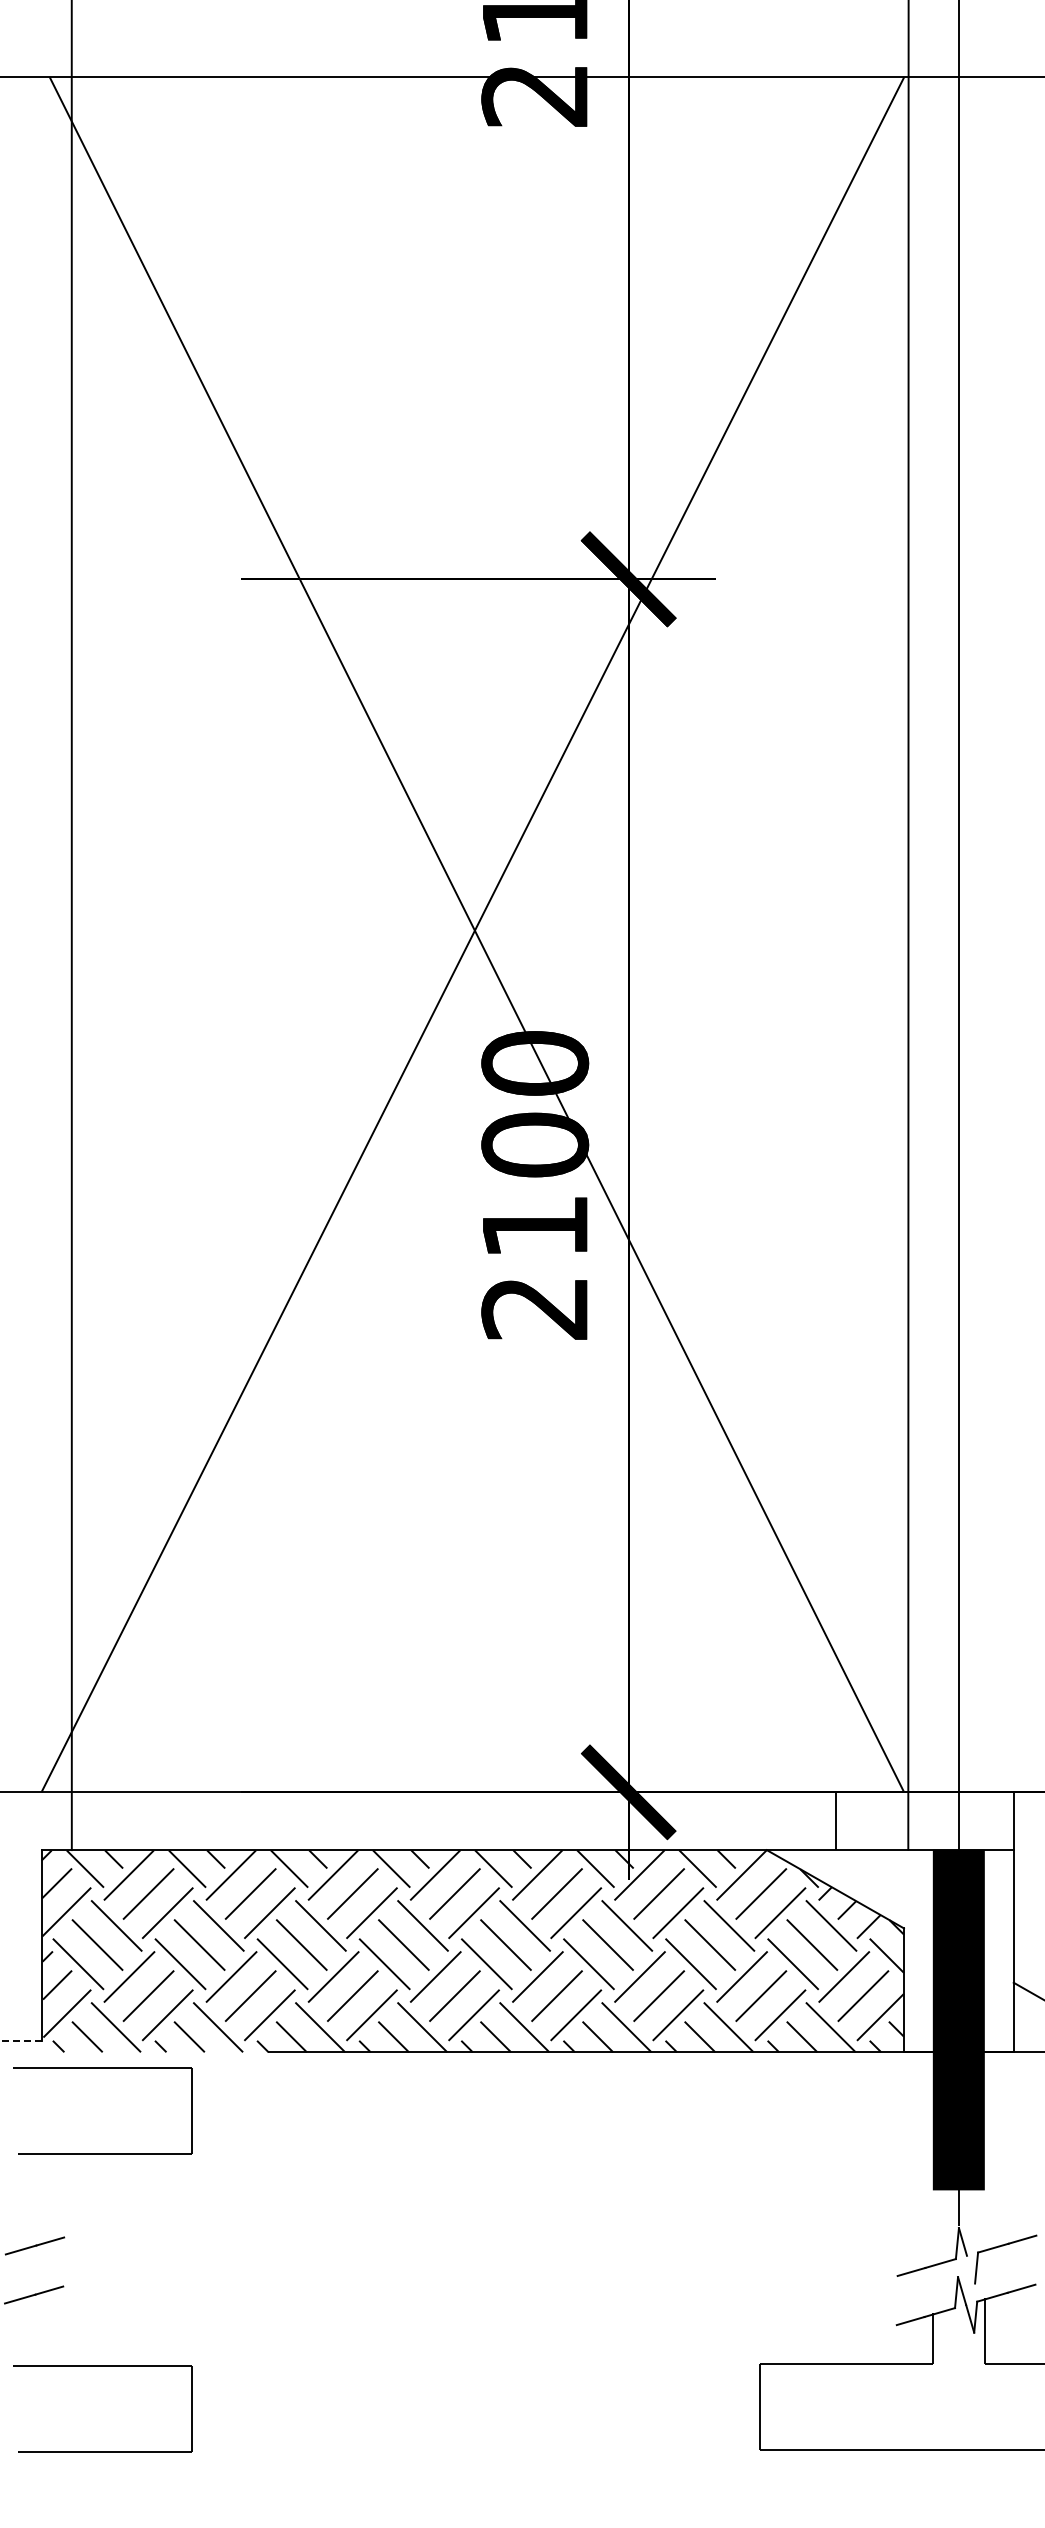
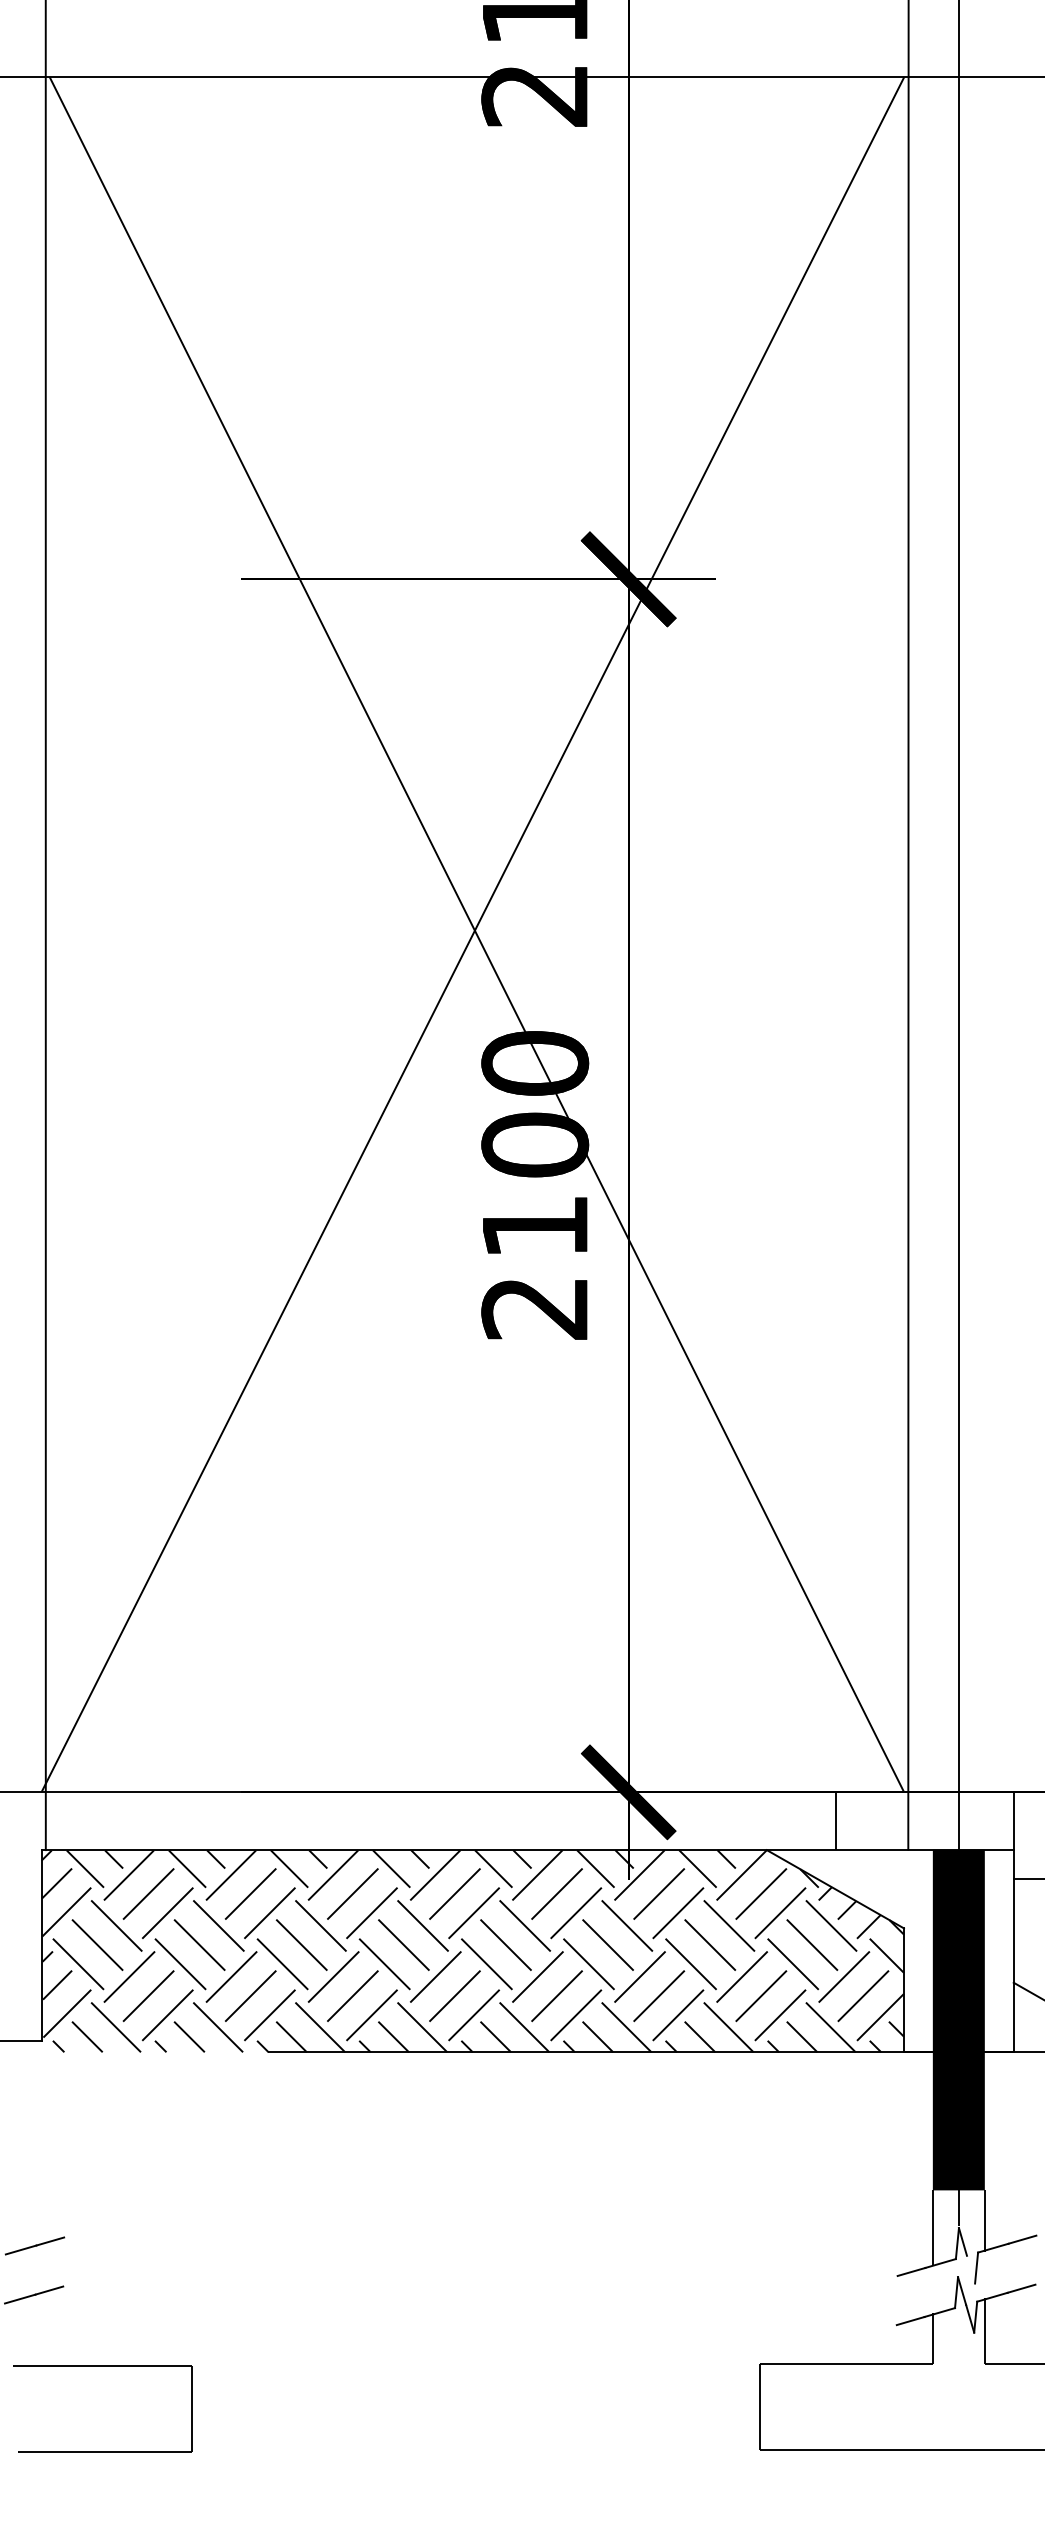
line at (71, 926) position: (71, 926) -> (45, 926)
line at (1027, 1879): none -> present
line at (20, 2040): dashed -> solid
part at (102, 2068): present -> none
line at (984, 2221): none -> present
line at (932, 2227): none -> present
